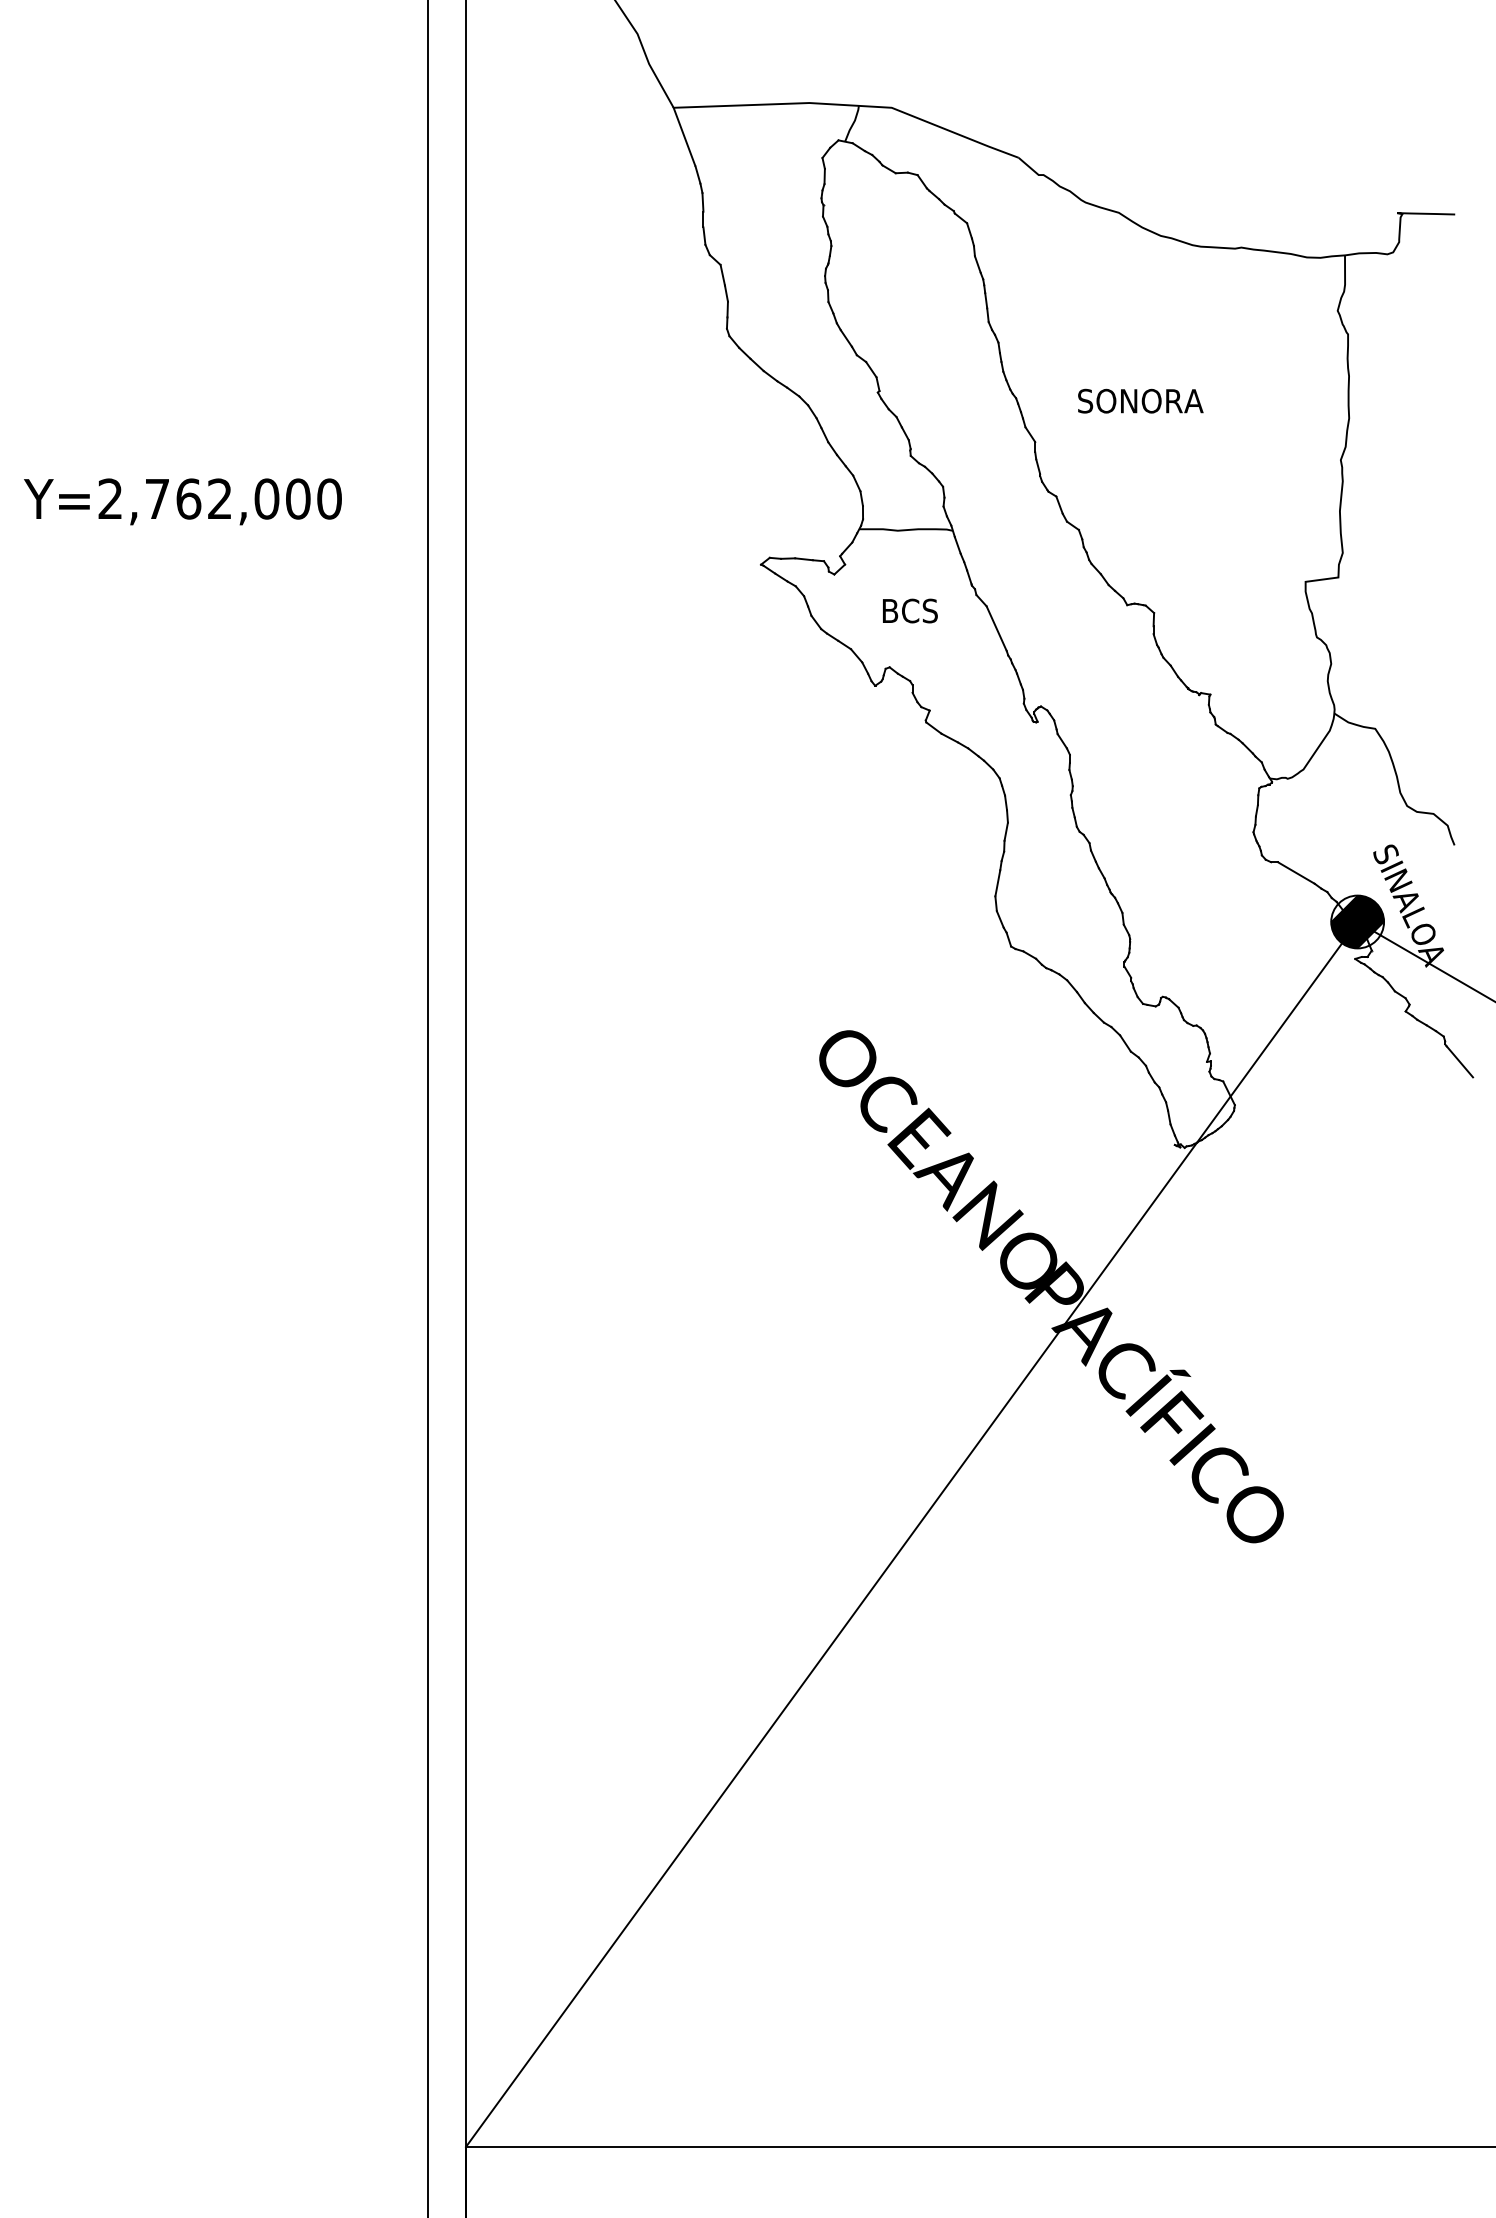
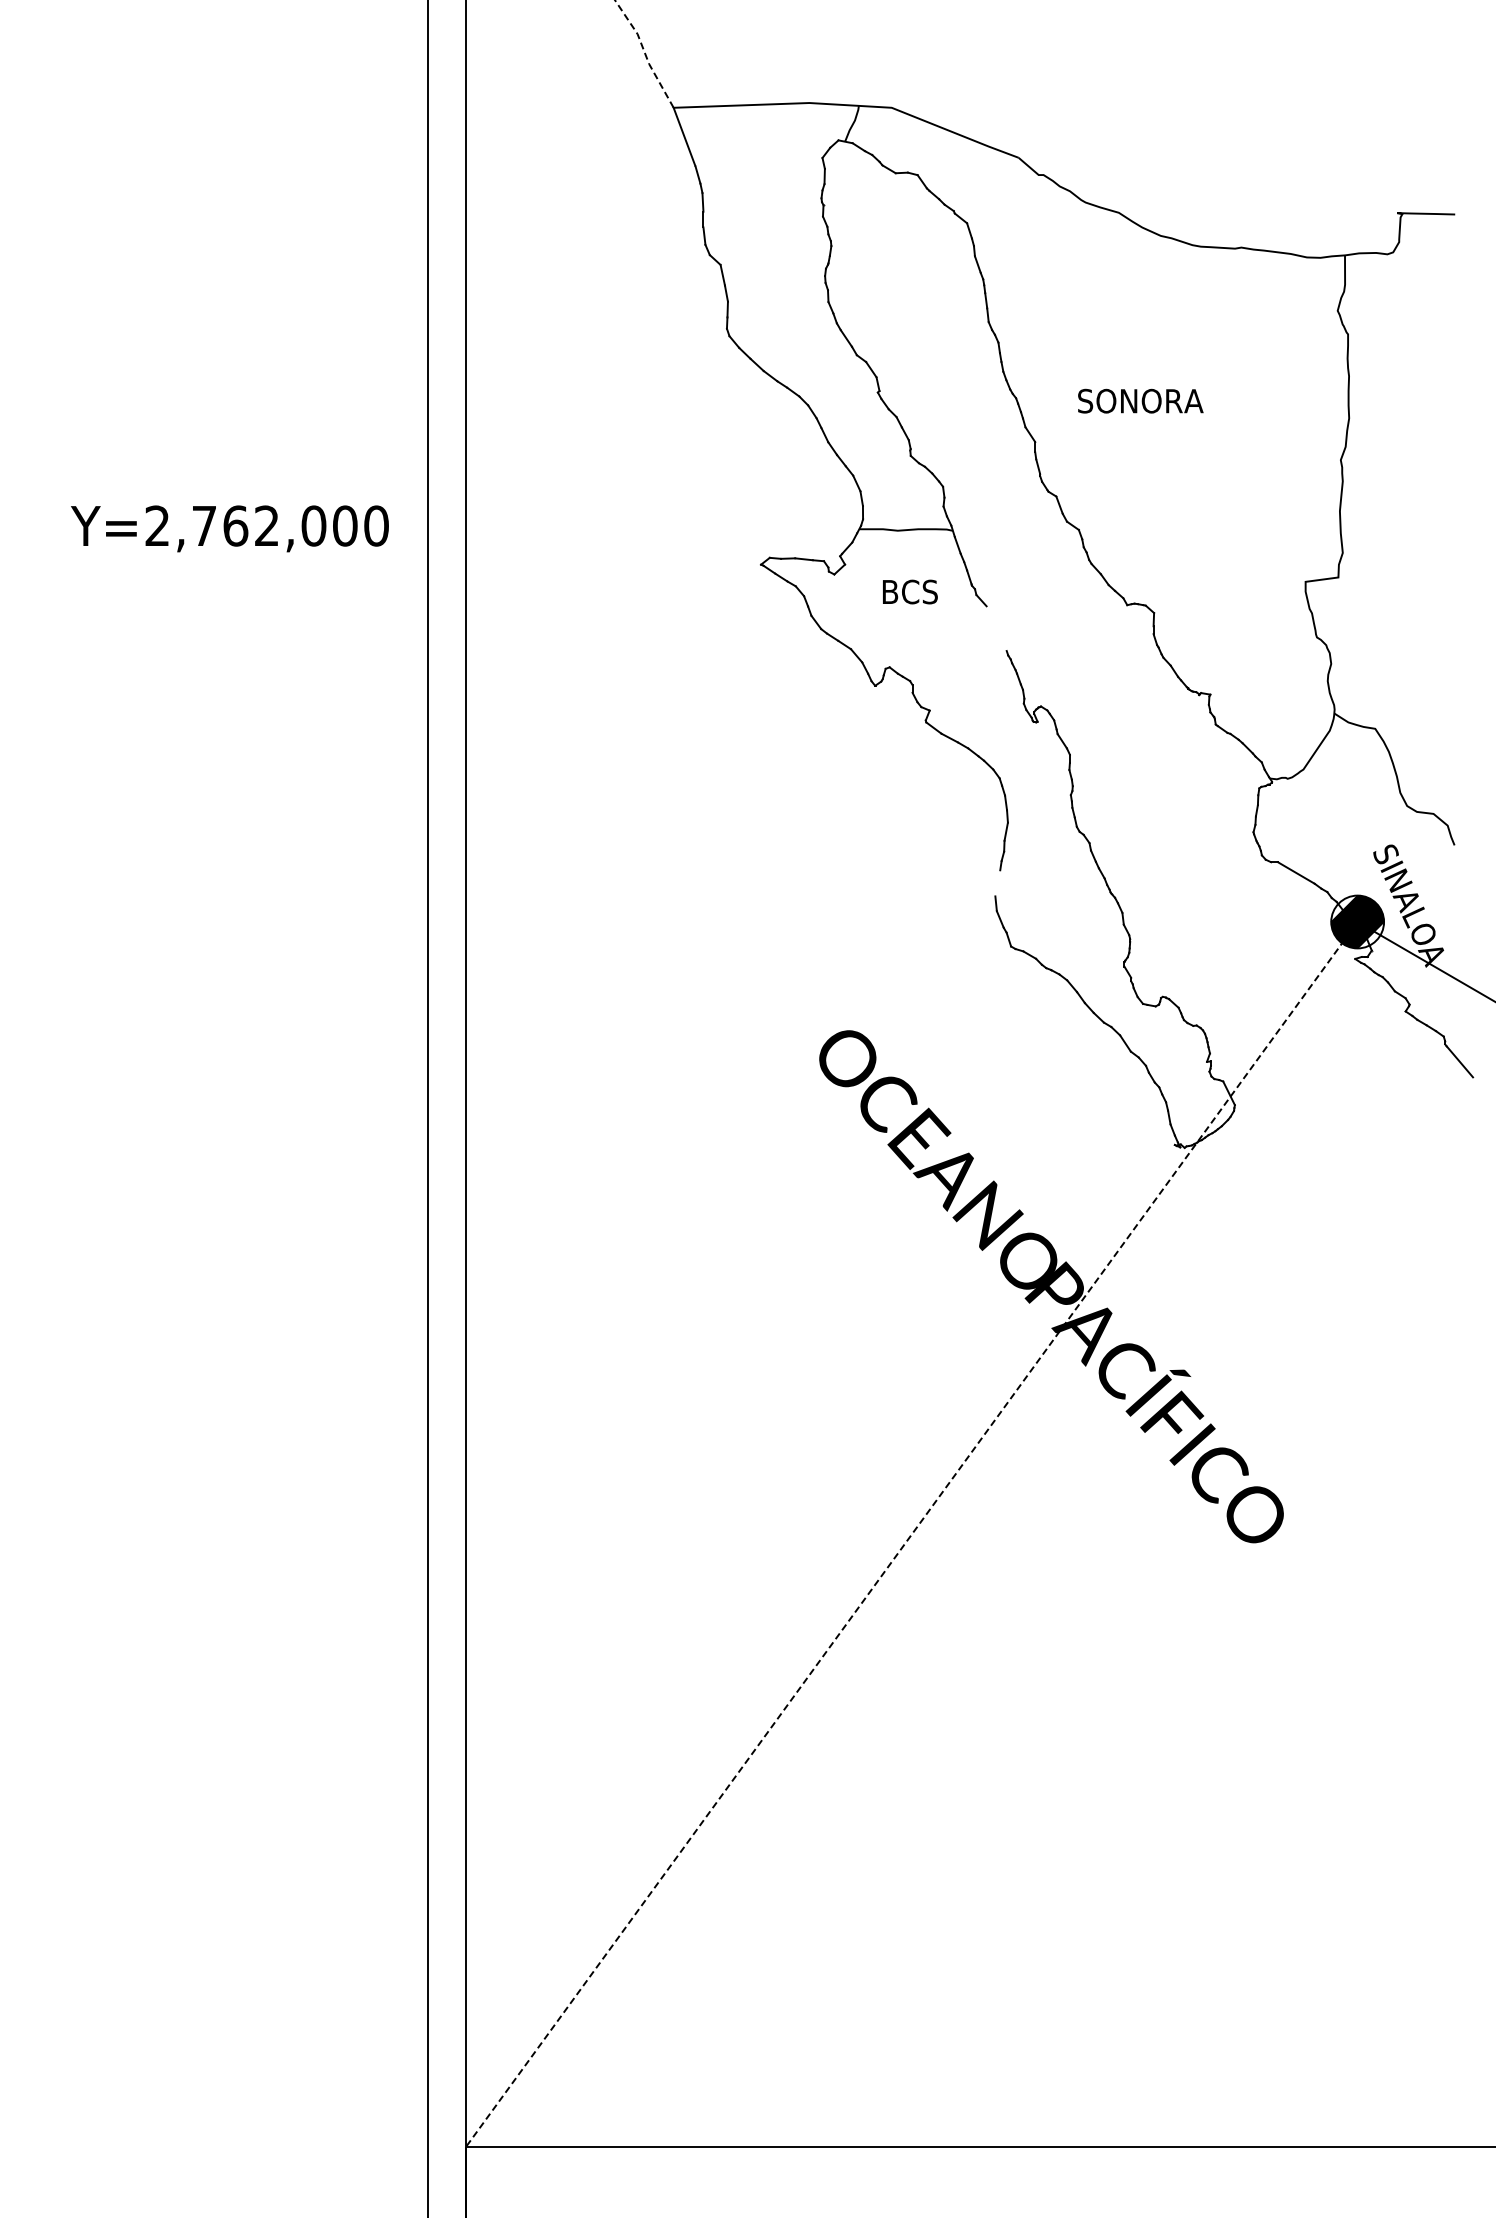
line at (645, 54): solid -> dashed
text at (182, 501) position: (182, 501) -> (229, 528)
text at (910, 610) position: (910, 610) -> (910, 591)
line at (996, 628): present -> none
line at (997, 883): present -> none
line at (911, 1534): solid -> dashed
